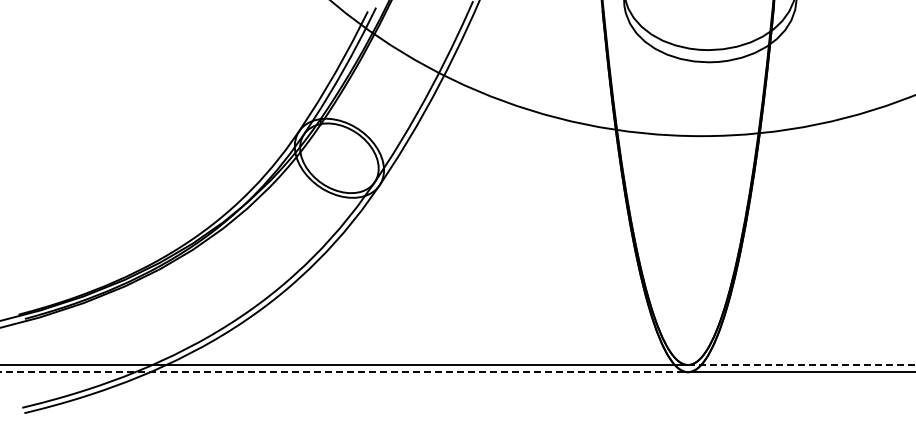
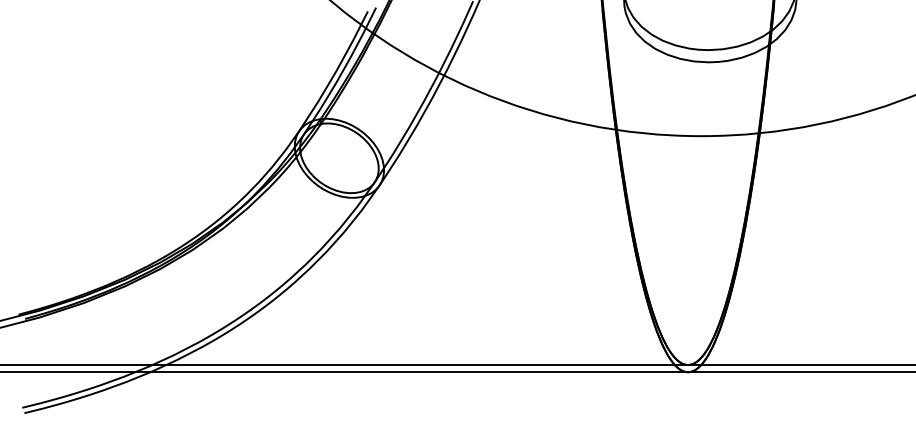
line at (801, 365): dashed -> solid
line at (344, 372): dashed -> solid
